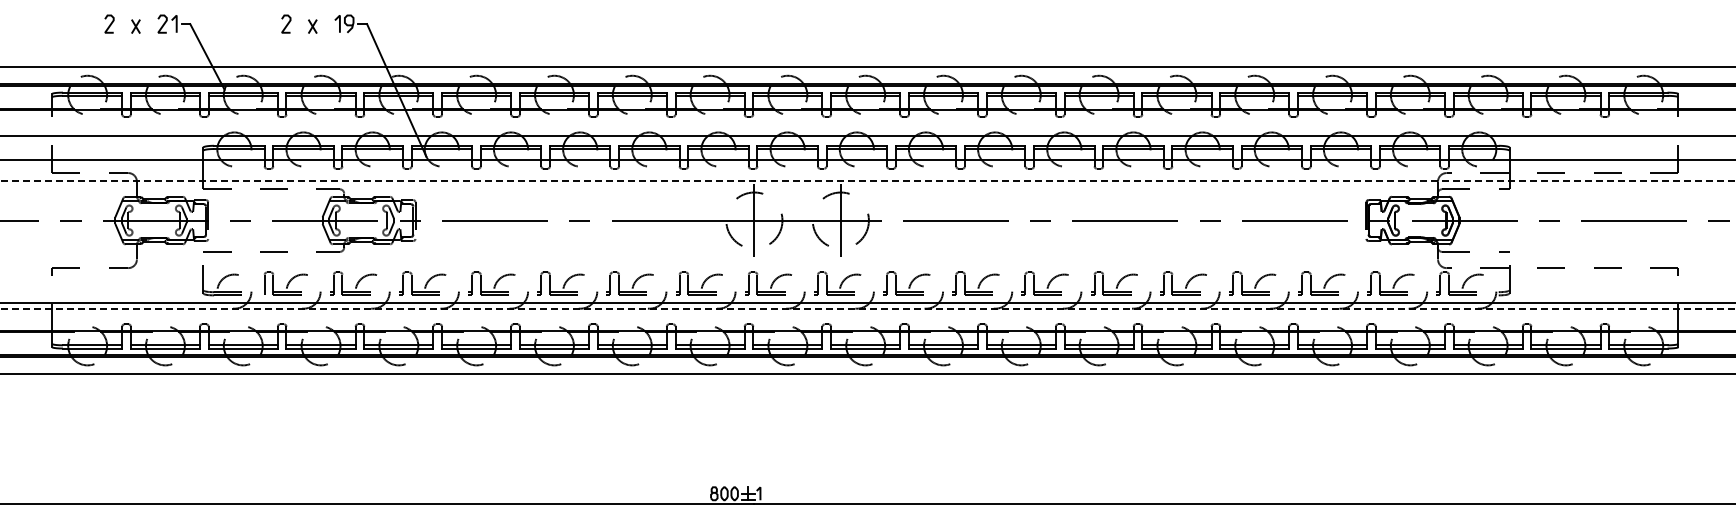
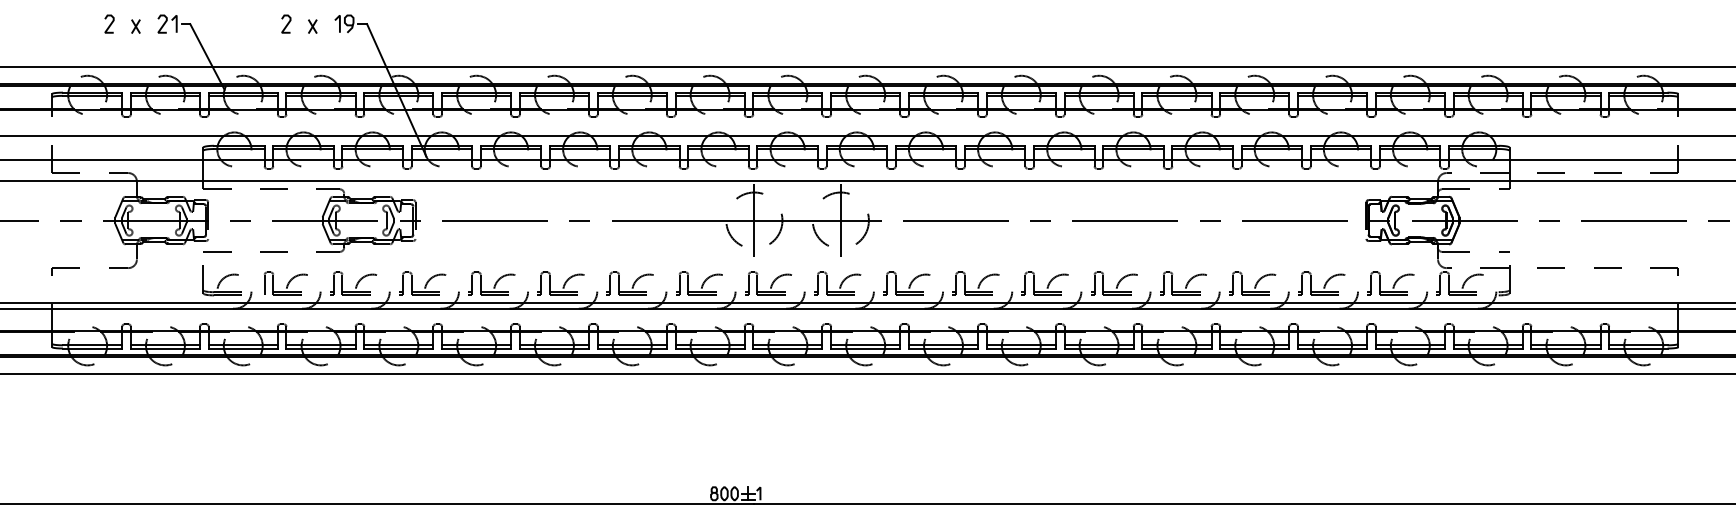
line at (867, 181): dashed -> solid
line at (867, 308): dashed -> solid
